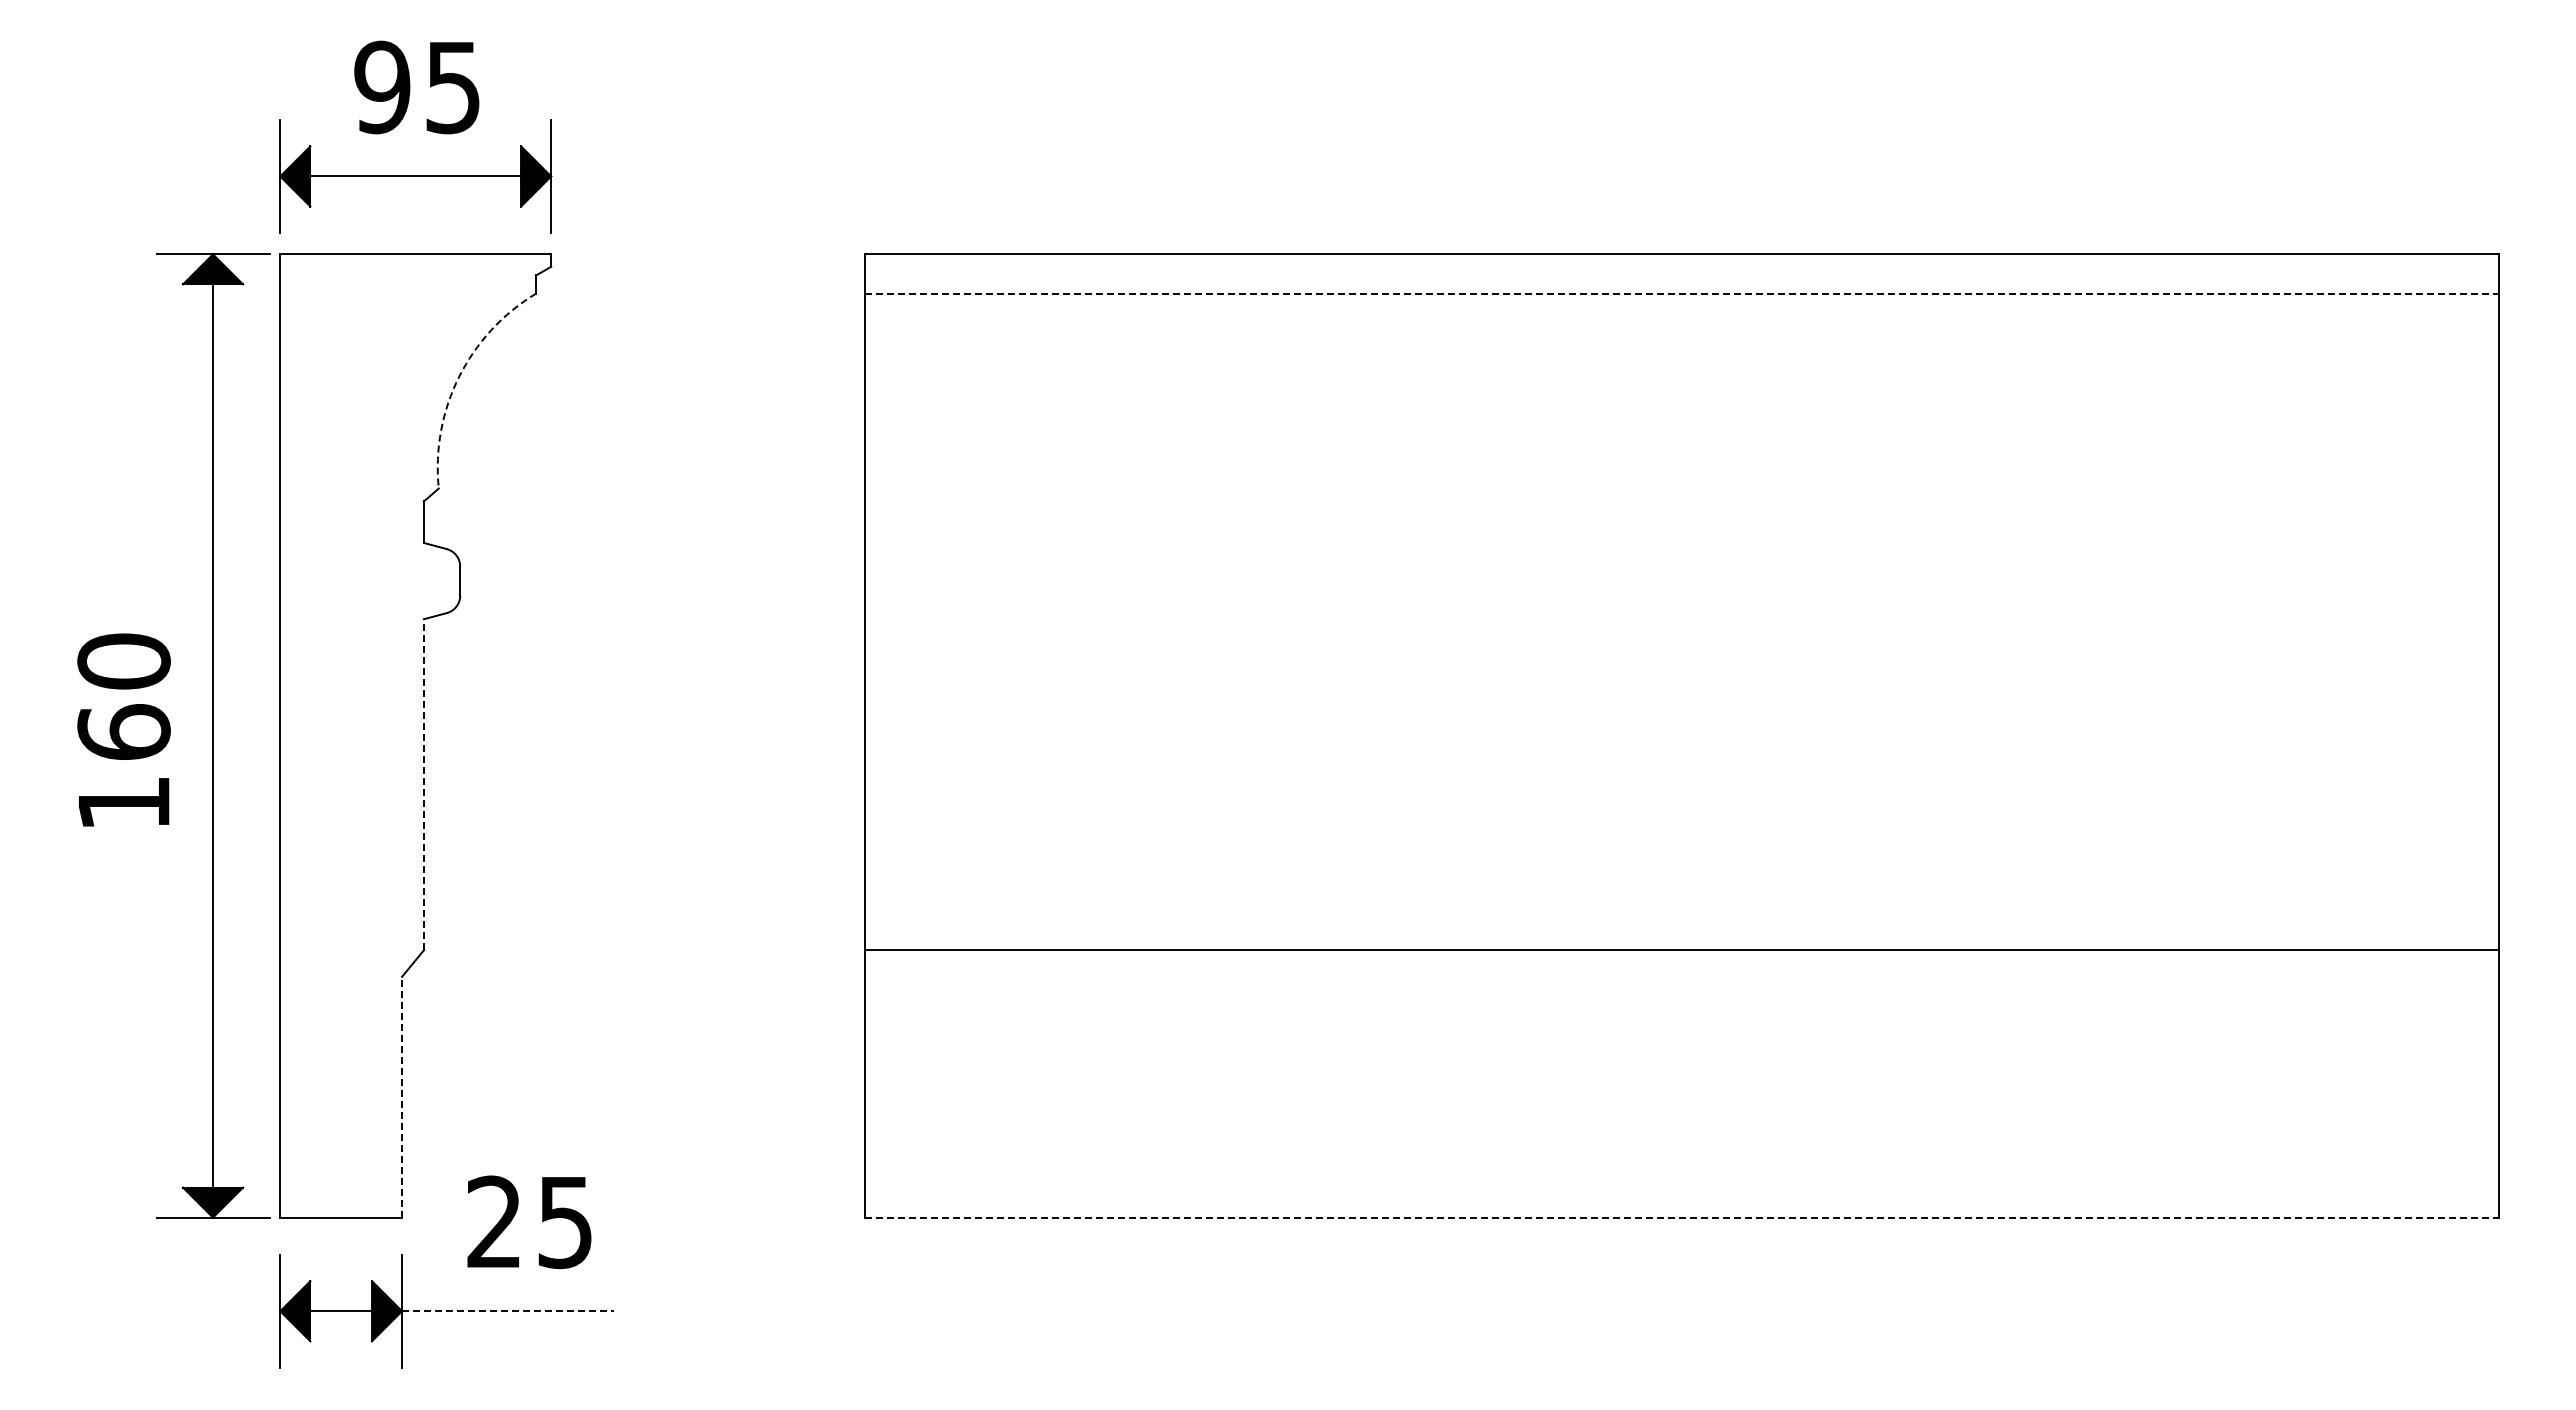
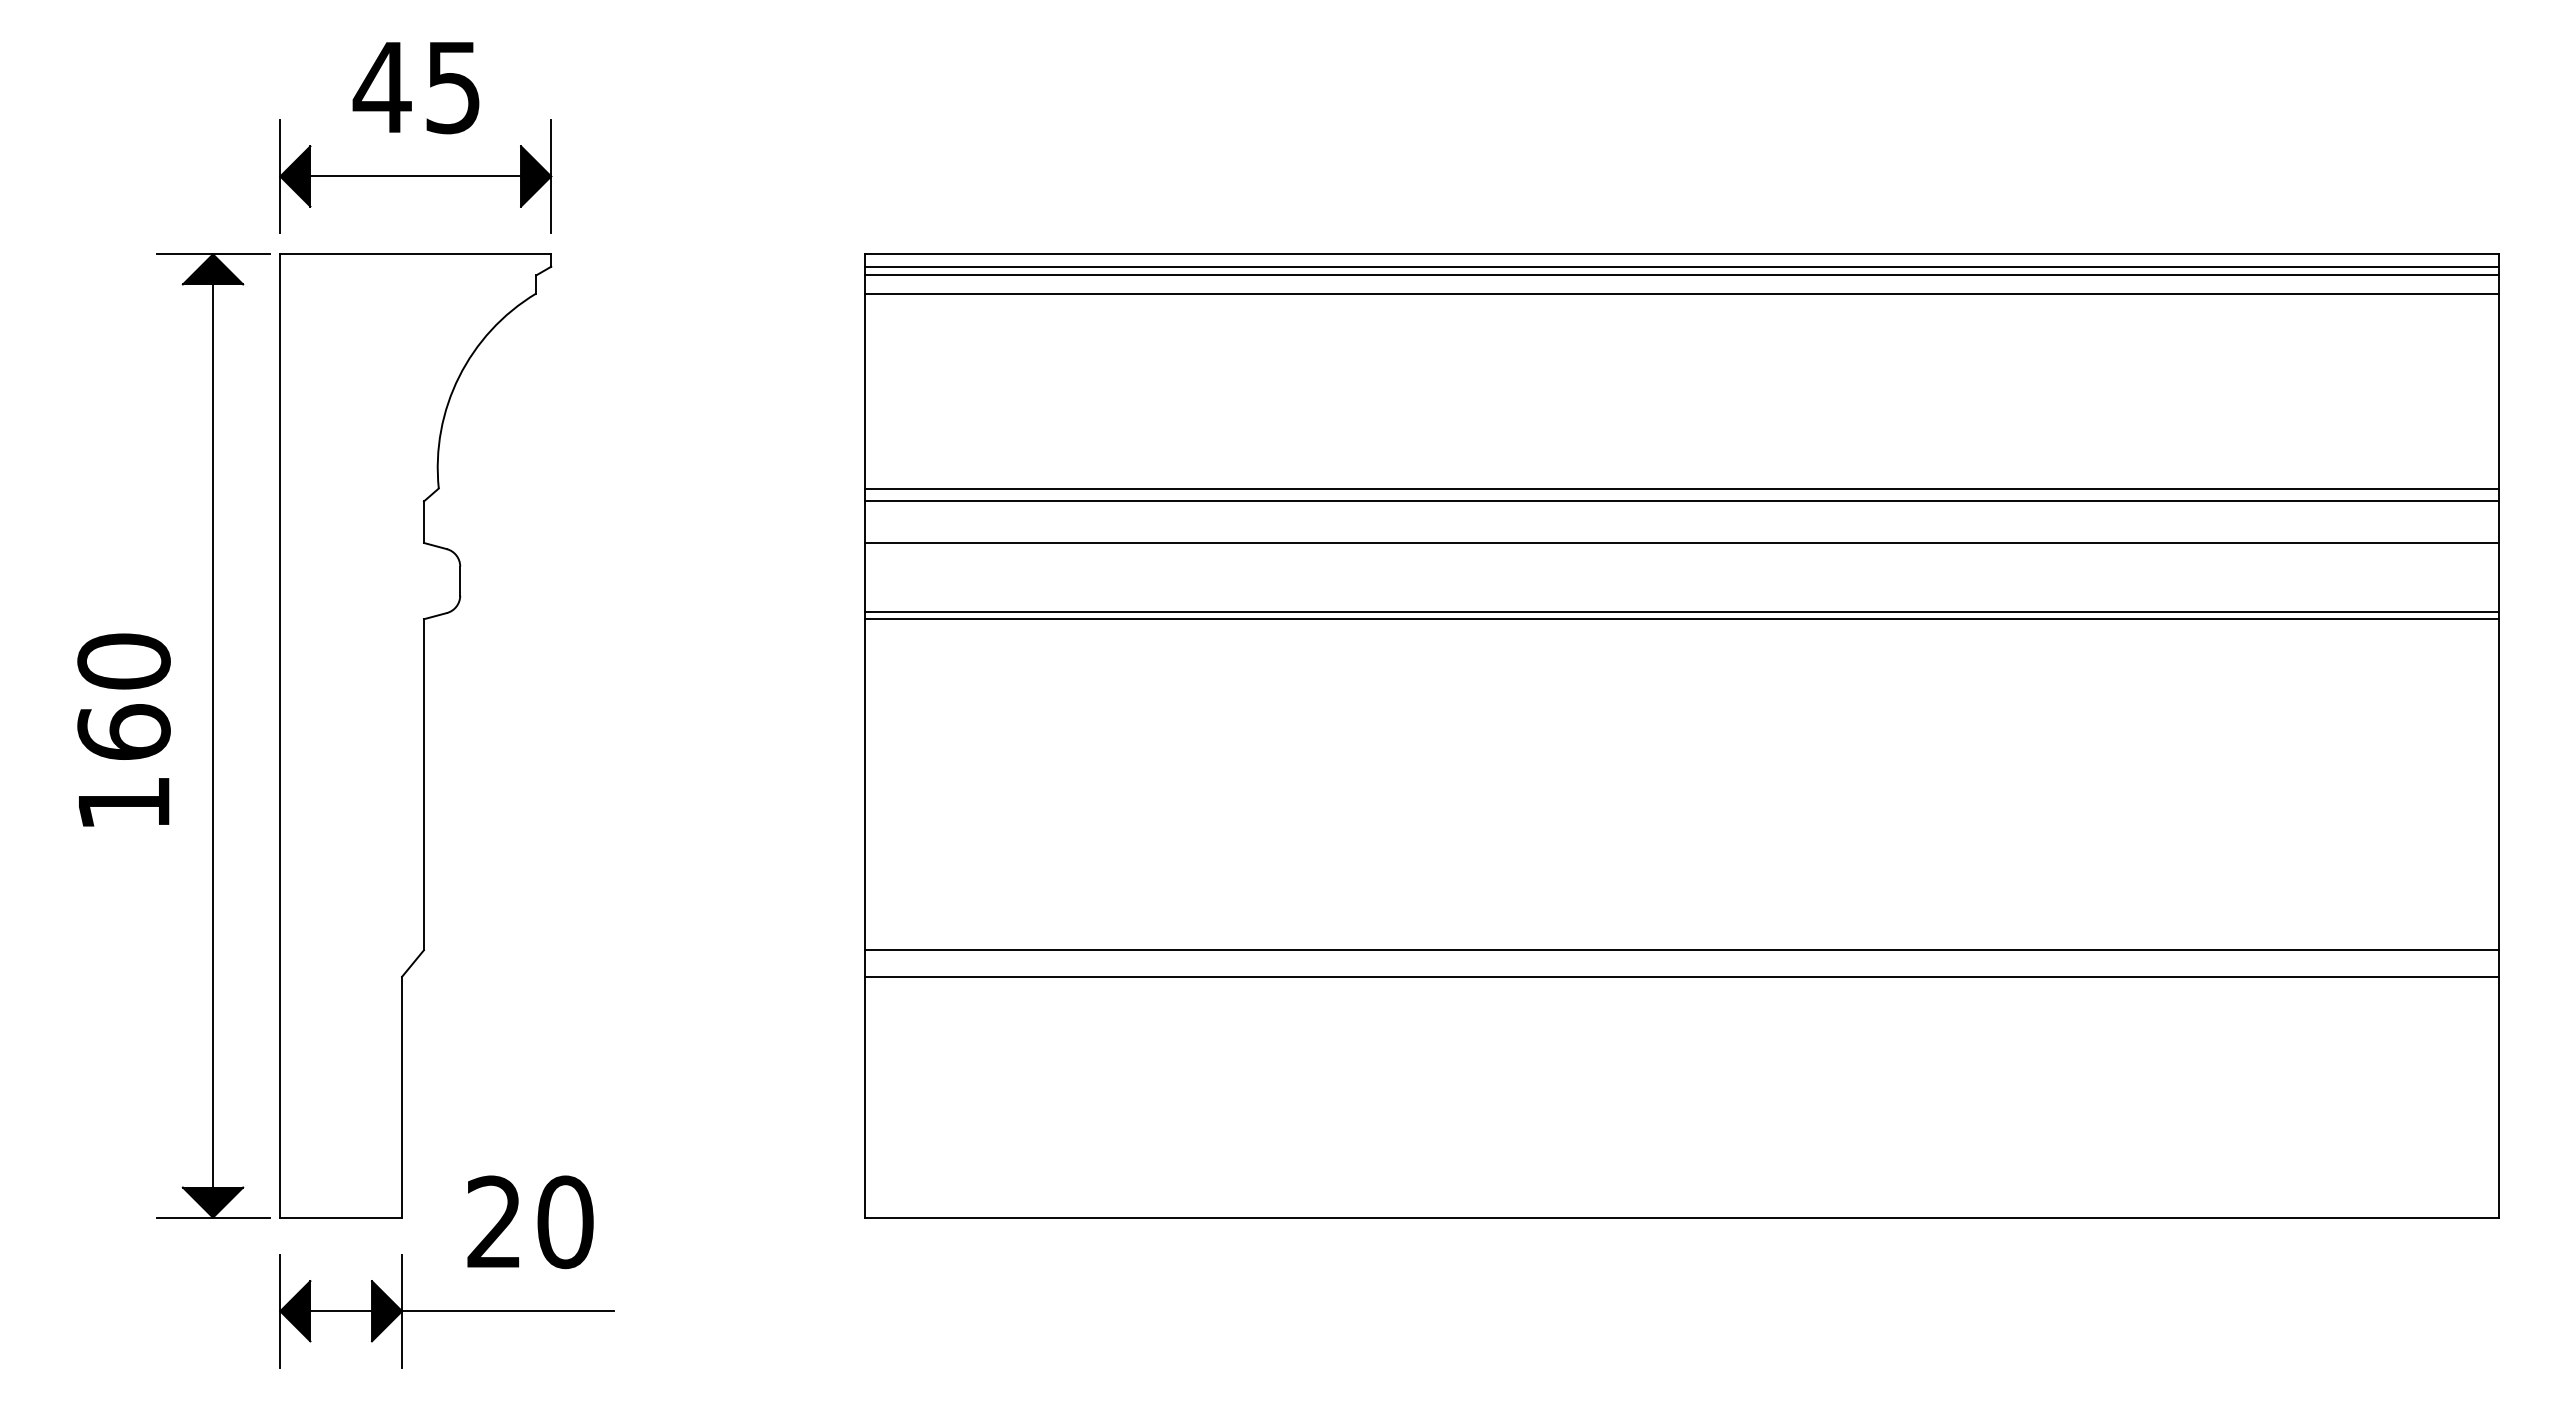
text at (381, 87): 95 -> 45
line at (1681, 266): none -> present
line at (1681, 275): none -> present
line at (1682, 293): dashed -> solid
arc at (459, 376): dashed -> solid
line at (1681, 488): none -> present
line at (1681, 501): none -> present
line at (1681, 542): none -> present
line at (1681, 611): none -> present
line at (1681, 619): none -> present
line at (423, 784): dashed -> solid
line at (1681, 976): none -> present
line at (402, 1096): dashed -> solid
line at (1682, 1217): dashed -> solid
text at (565, 1222): 25 -> 20
line at (508, 1311): dashed -> solid
